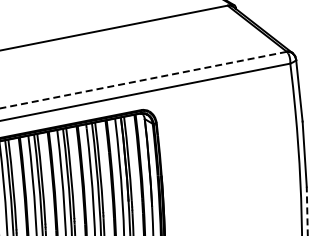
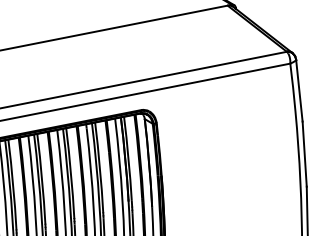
line at (143, 80): dashed -> solid
line at (307, 210): dashed -> solid
